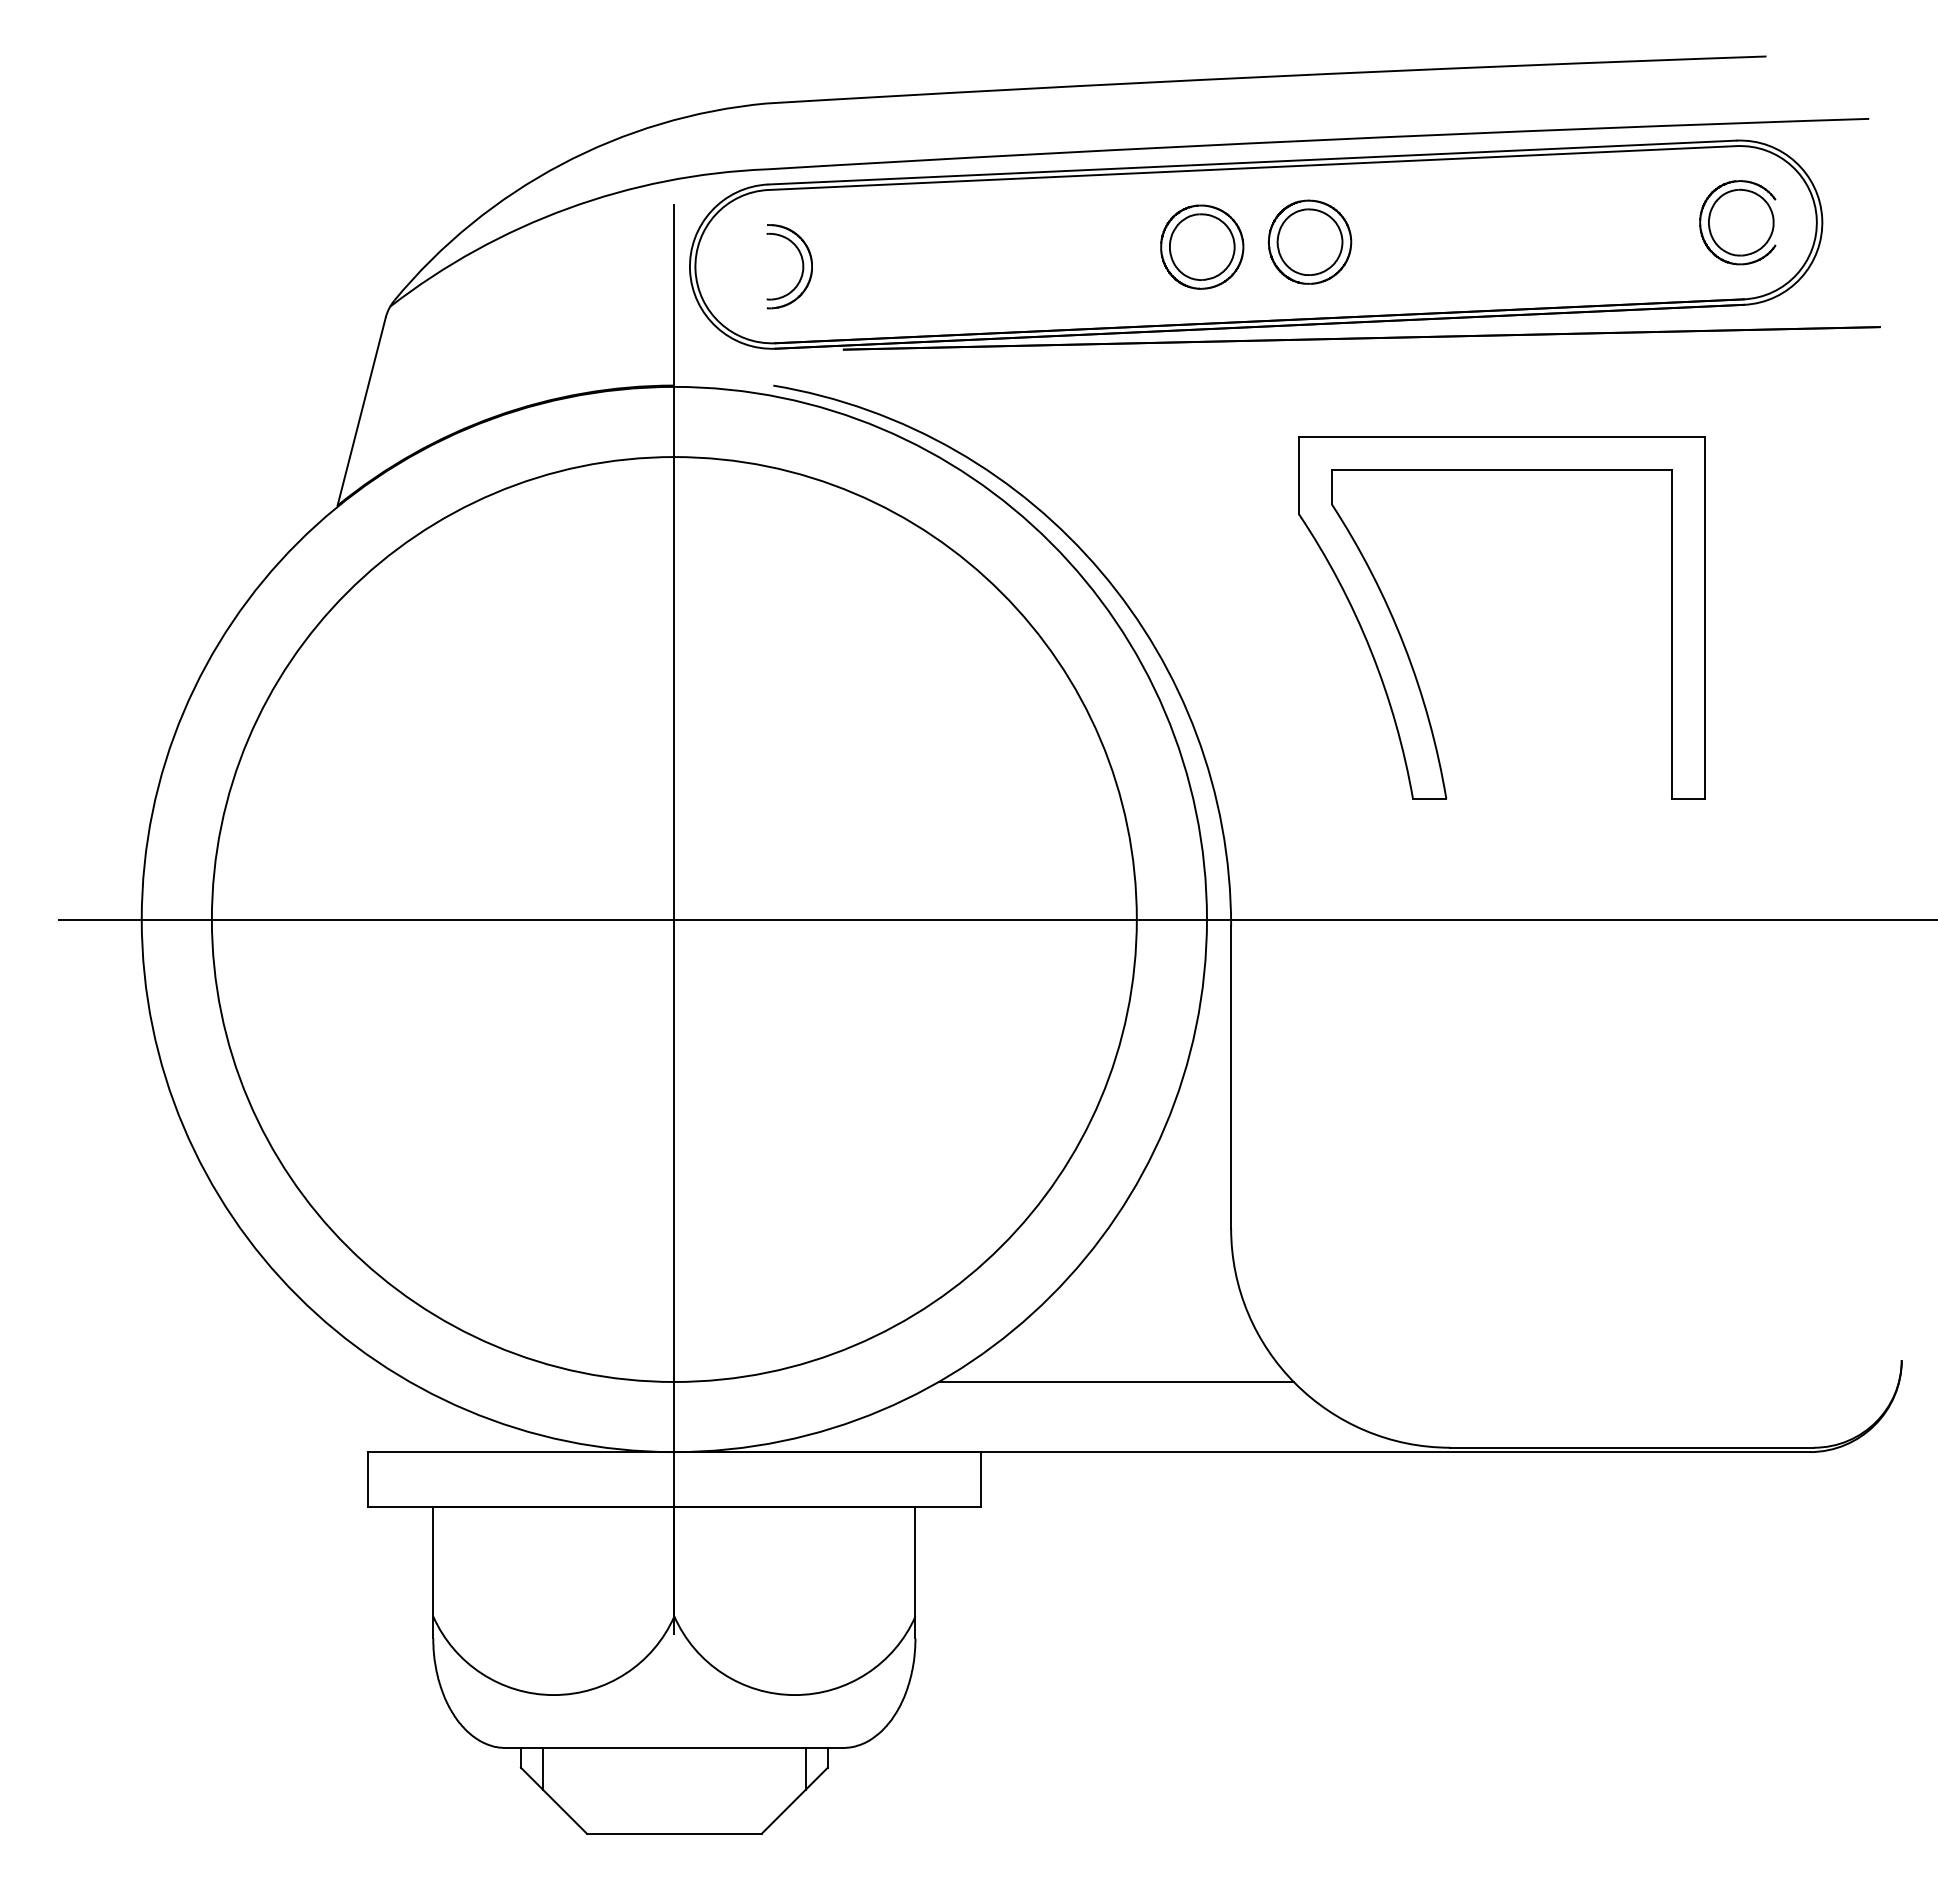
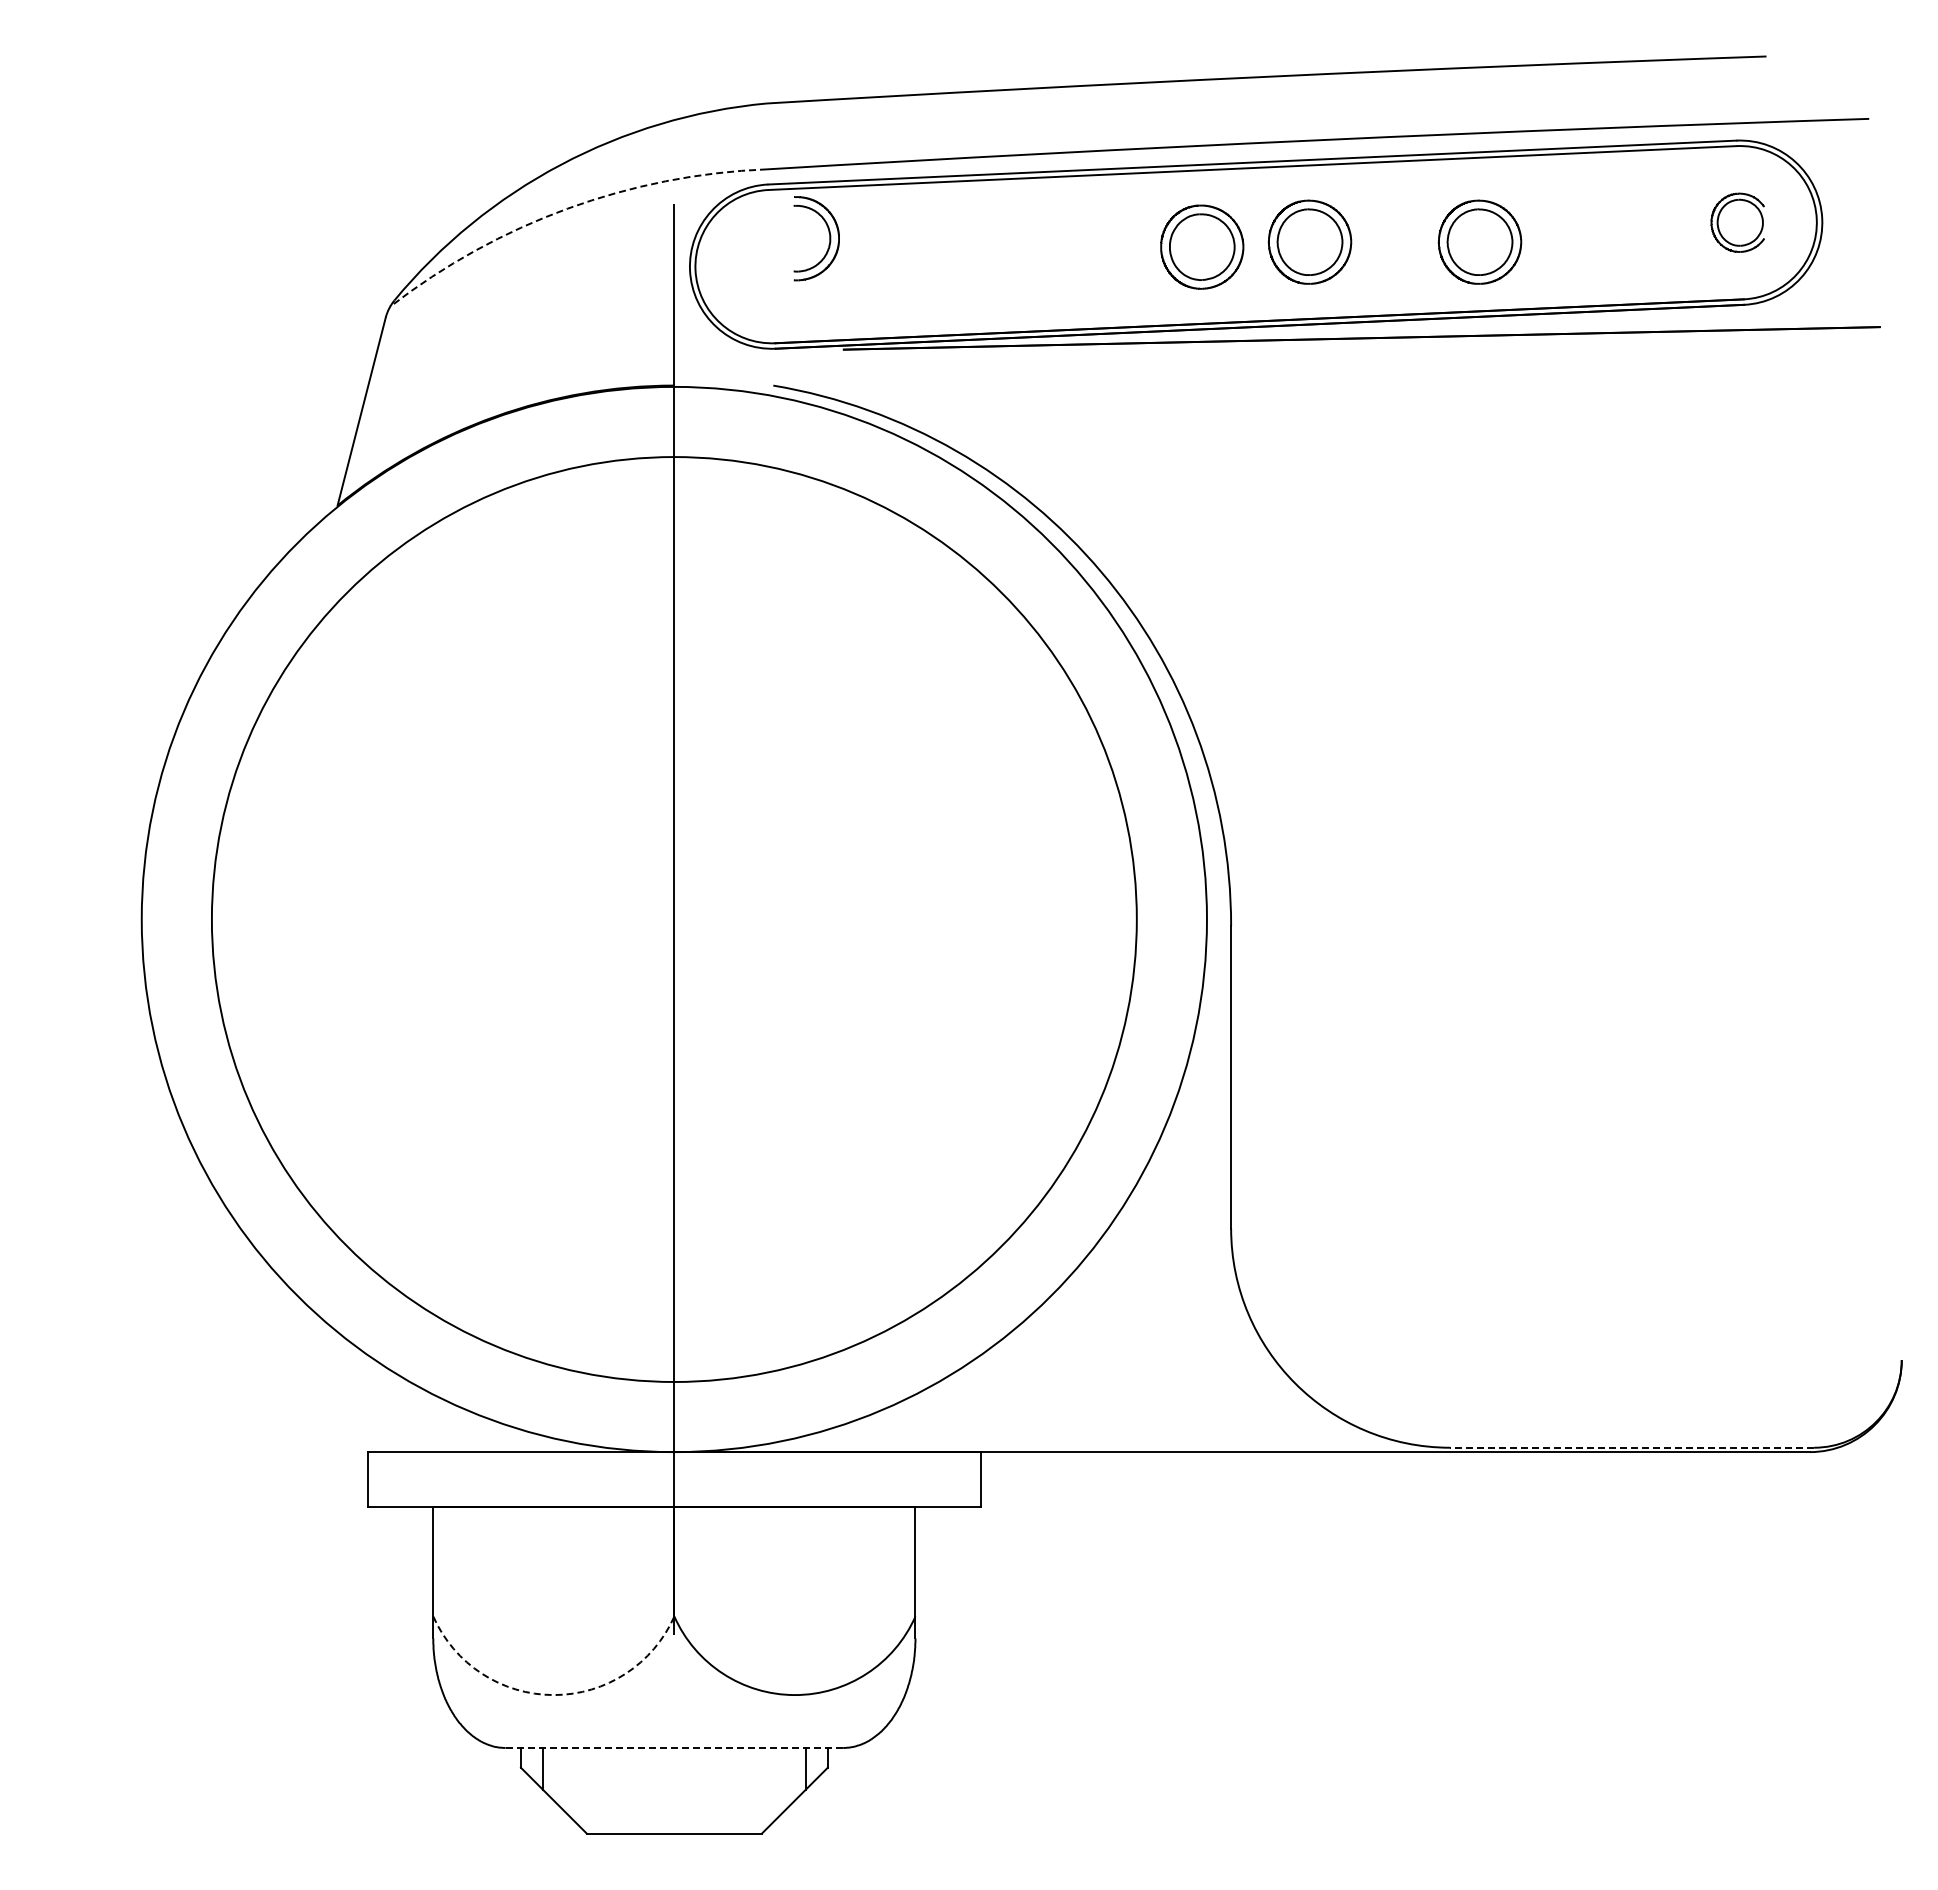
arc at (567, 208): solid -> dashed
part at (1737, 222) size: 78x86 px -> 55x61 px
part at (1479, 241): none -> present
part at (802, 266) position: (802, 266) -> (829, 238)
part at (1407, 650): present -> none
line at (996, 919): present -> none
line at (1115, 1381): present -> none
line at (1632, 1447): solid -> dashed
arc at (553, 1695): solid -> dashed
line at (674, 1747): solid -> dashed
